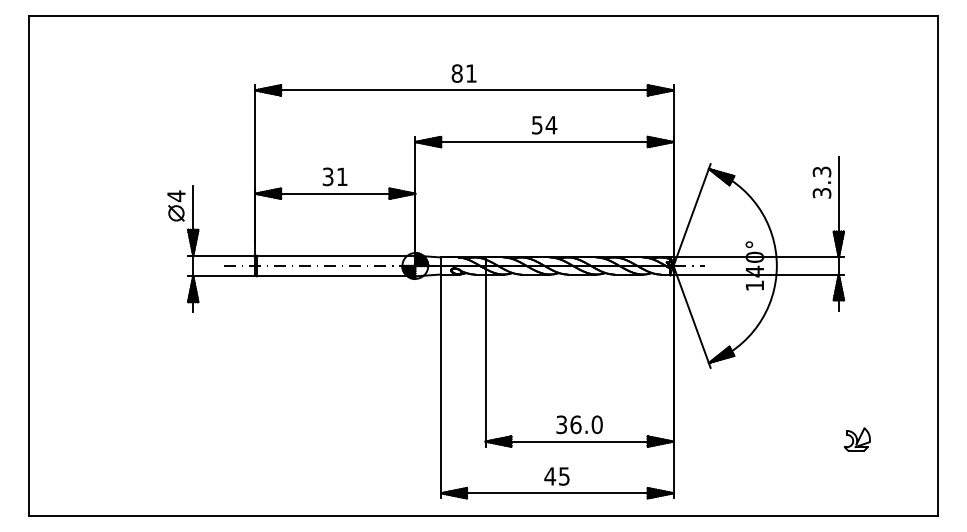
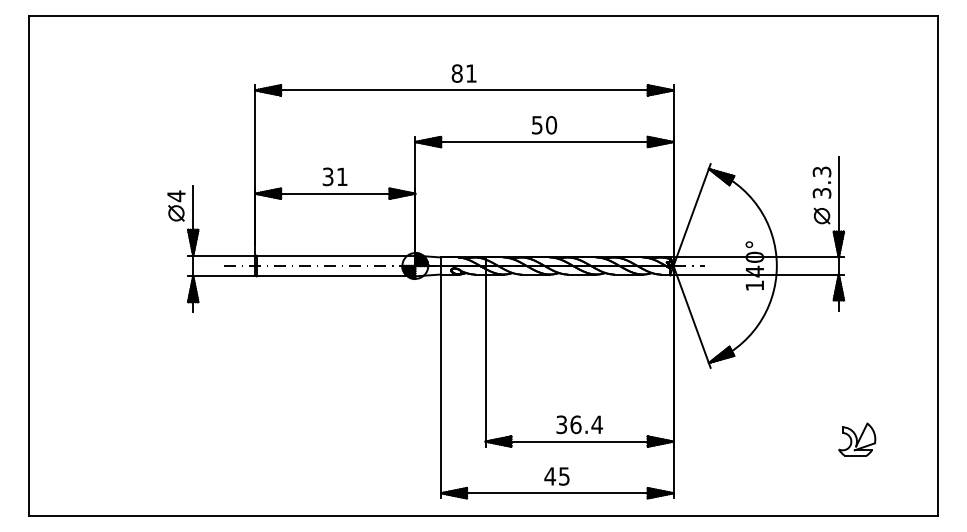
text at (551, 125): 54 -> 50
part at (821, 215): none -> present
text at (597, 424): 36.0 -> 36.4
part at (857, 439) size: 27x25 px -> 39x35 px
